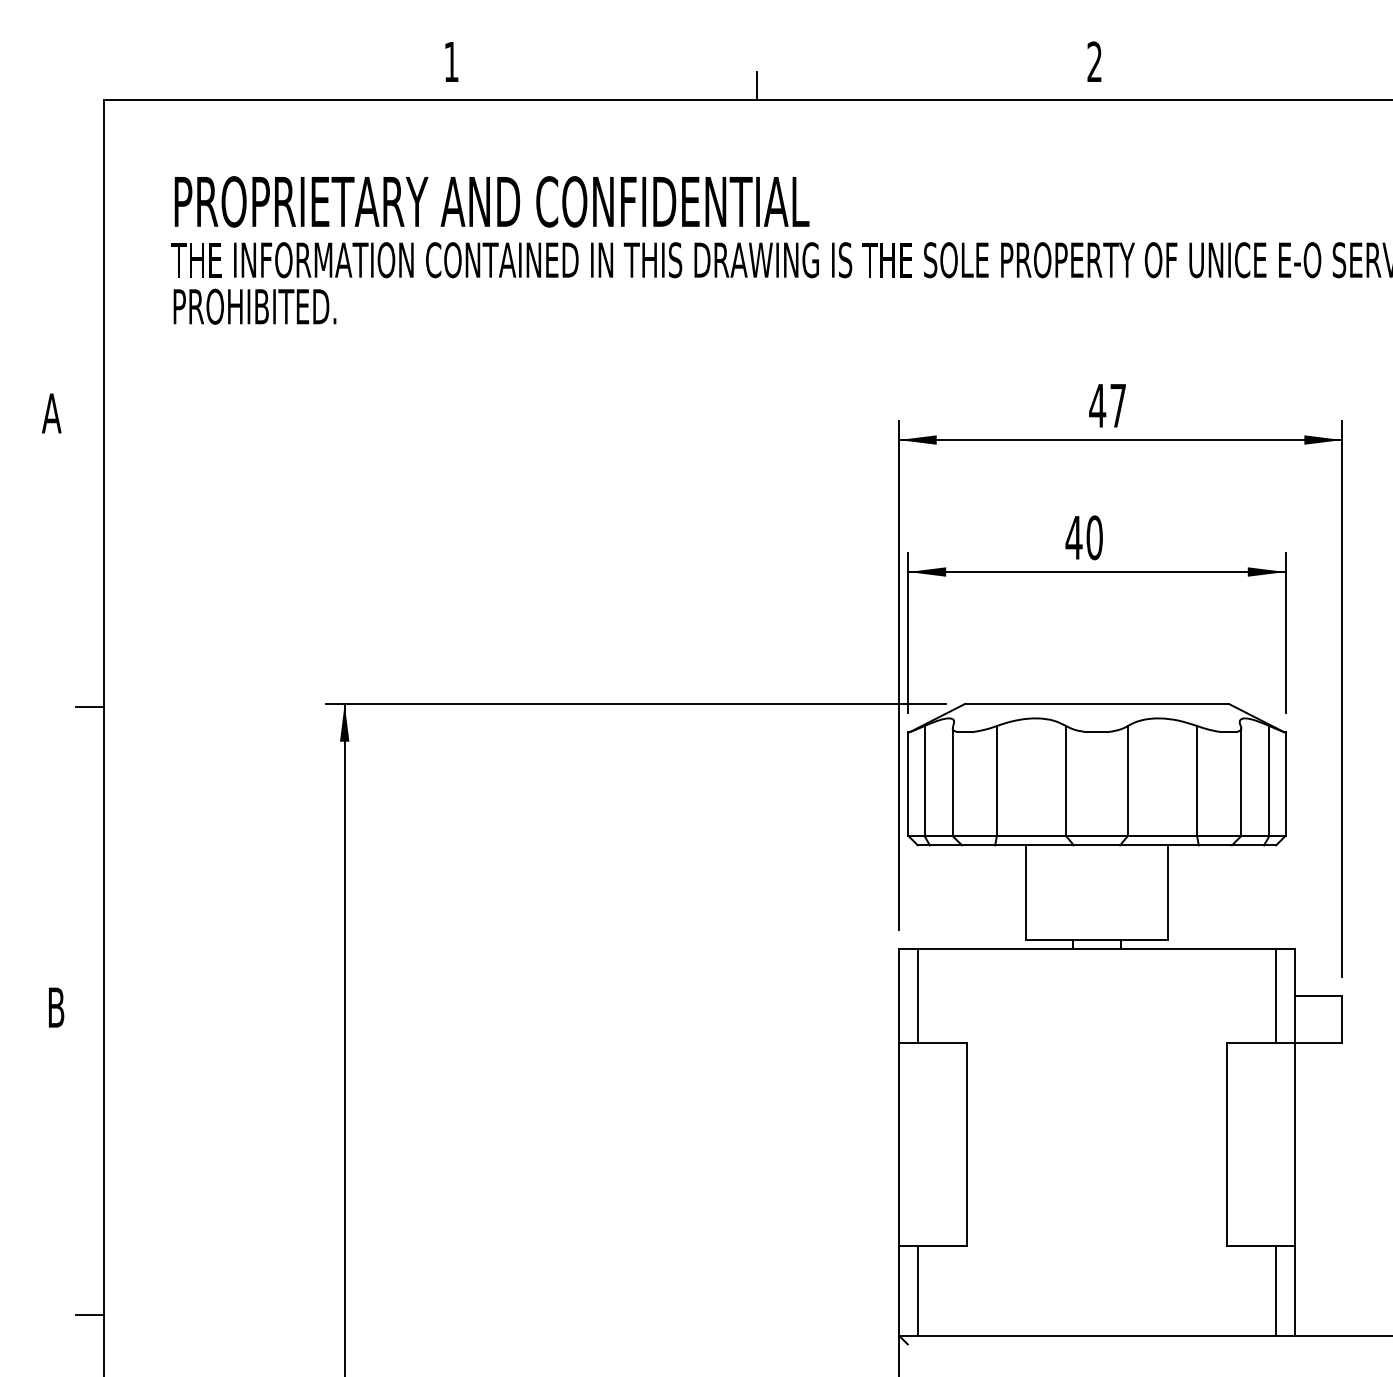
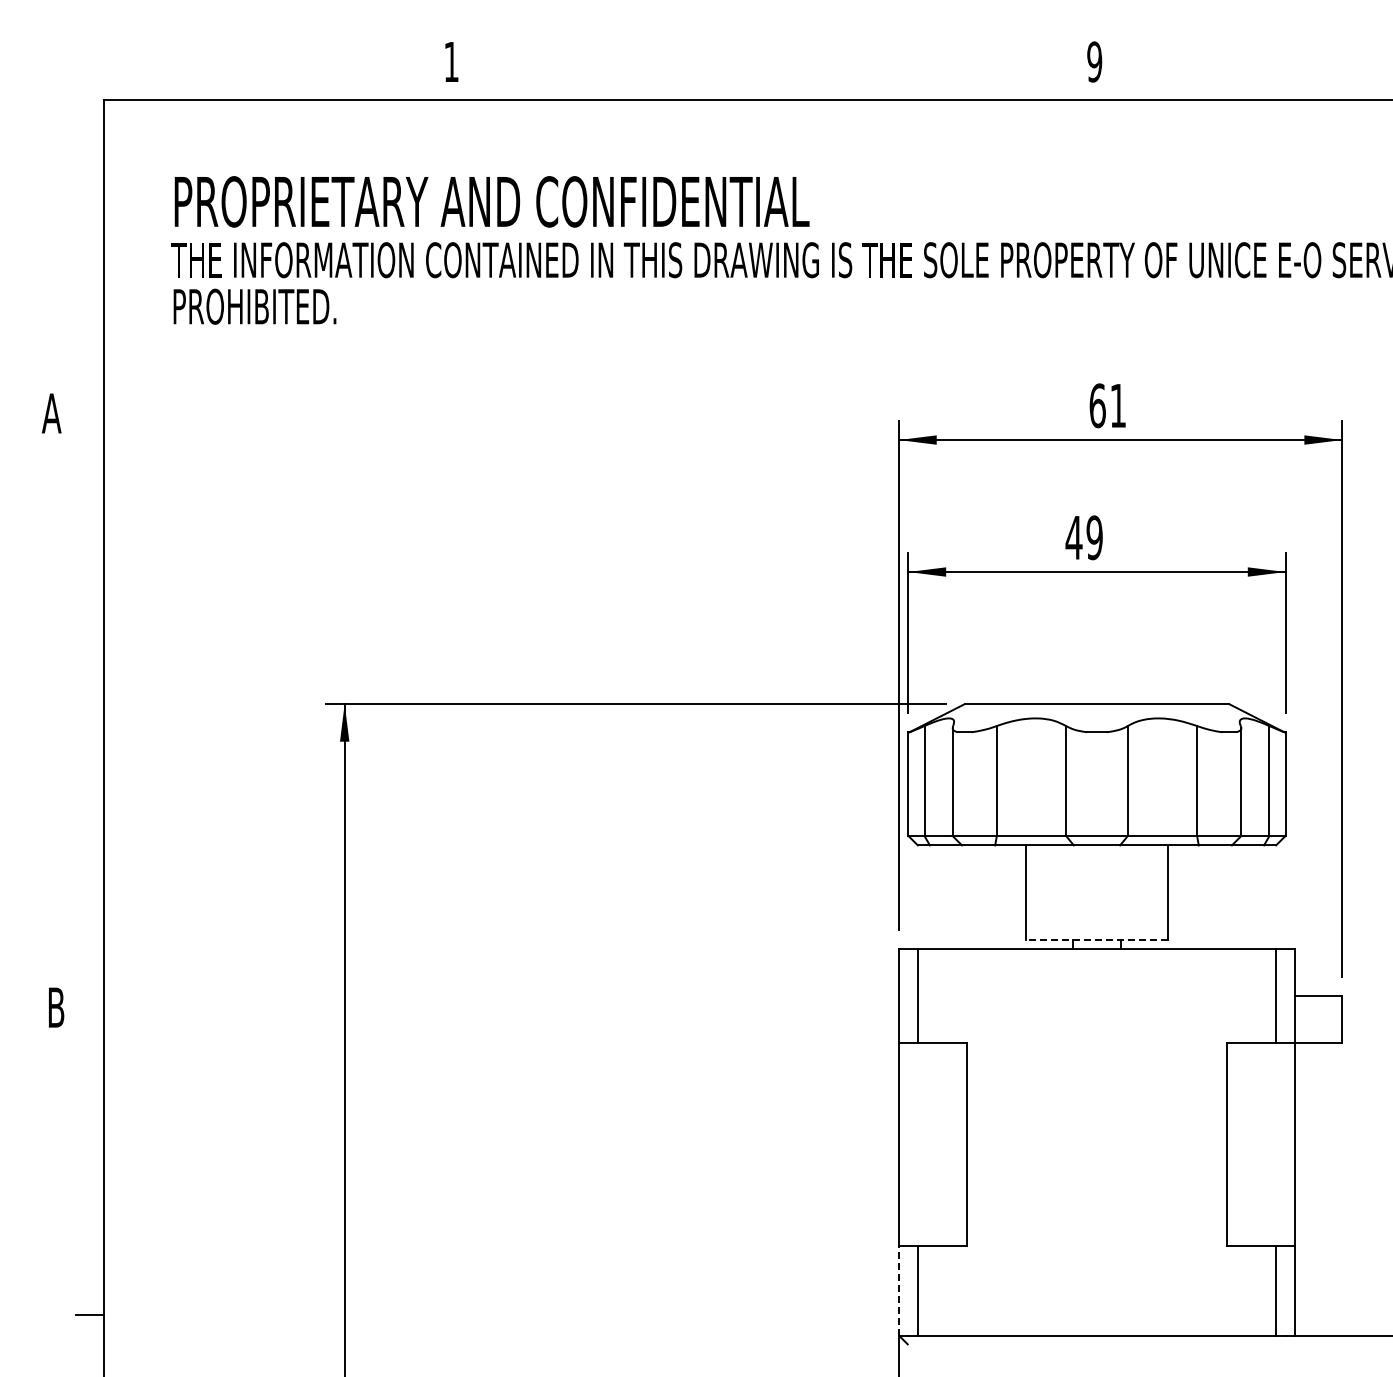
text at (1094, 61): 2 -> 9
line at (757, 85): present -> none
text at (1107, 405): 47 -> 61
text at (1094, 537): 40 -> 49
line at (90, 707): present -> none
line at (1096, 939): solid -> dashed
line at (899, 1290): solid -> dashed
